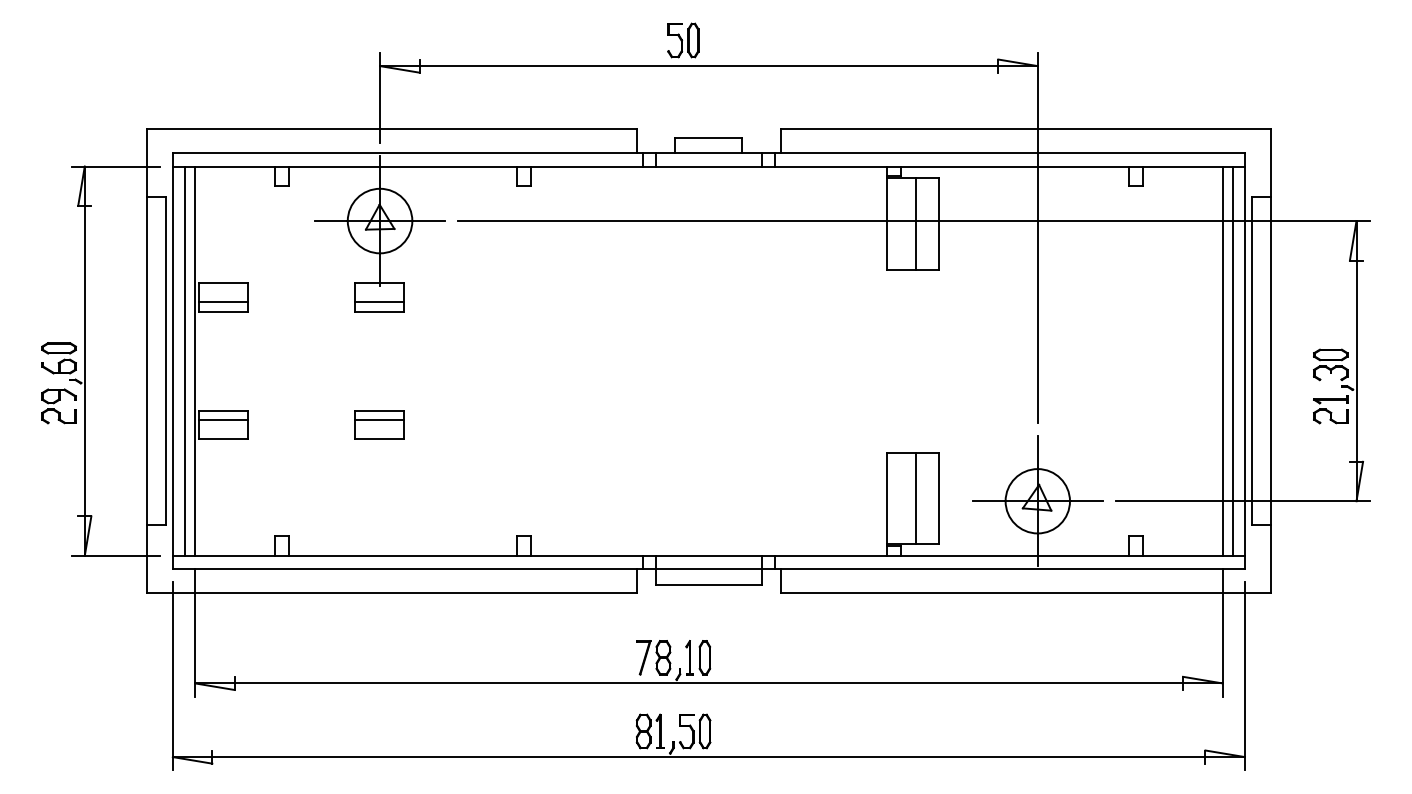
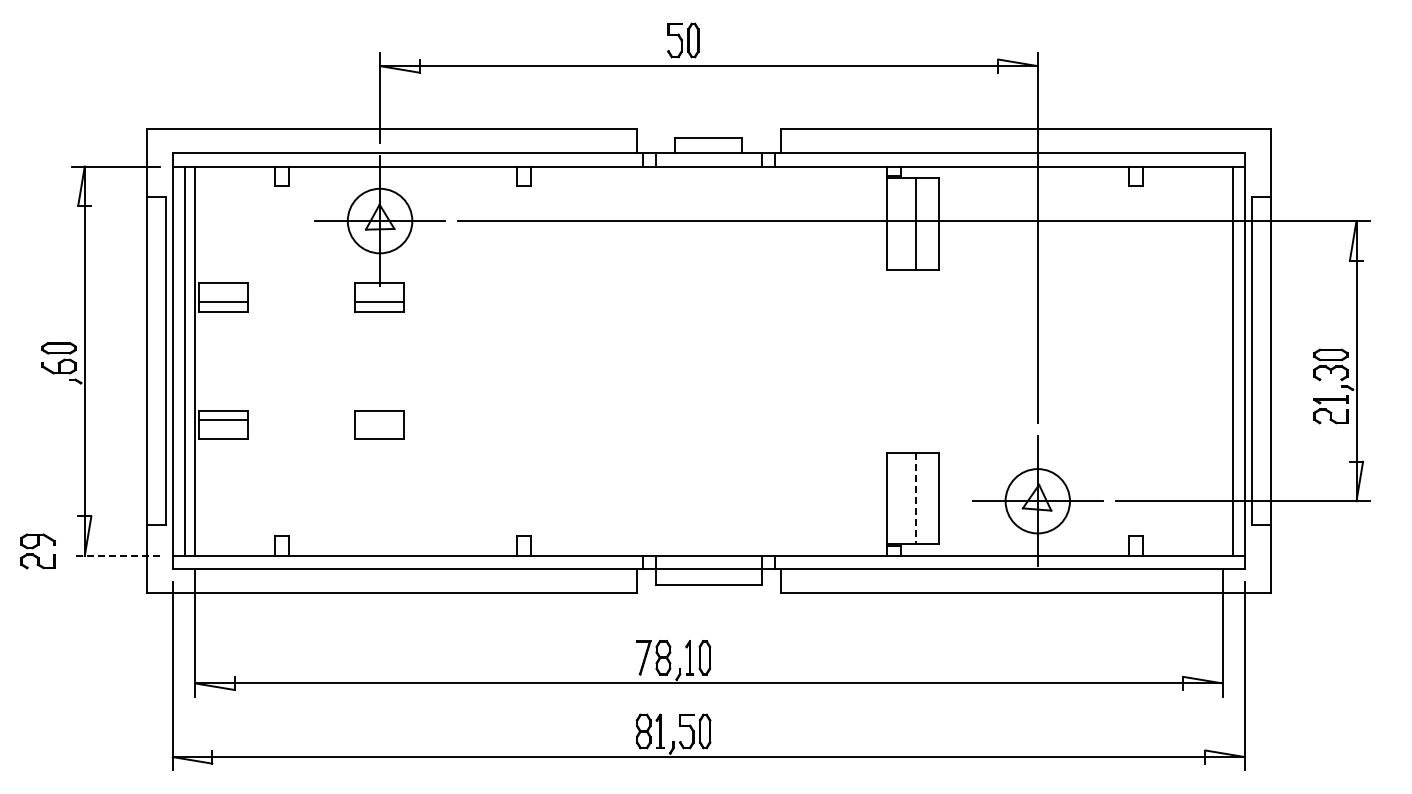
line at (1222, 360): present -> none
part at (58, 406) position: (58, 406) -> (37, 551)
line at (379, 420): present -> none
line at (916, 498): solid -> dashed
line at (115, 555): solid -> dashed
